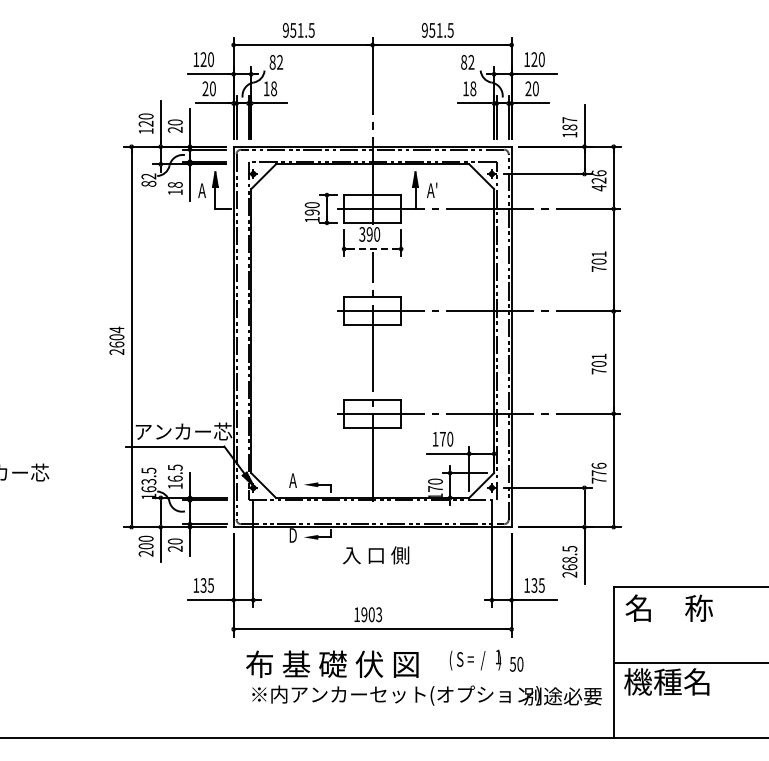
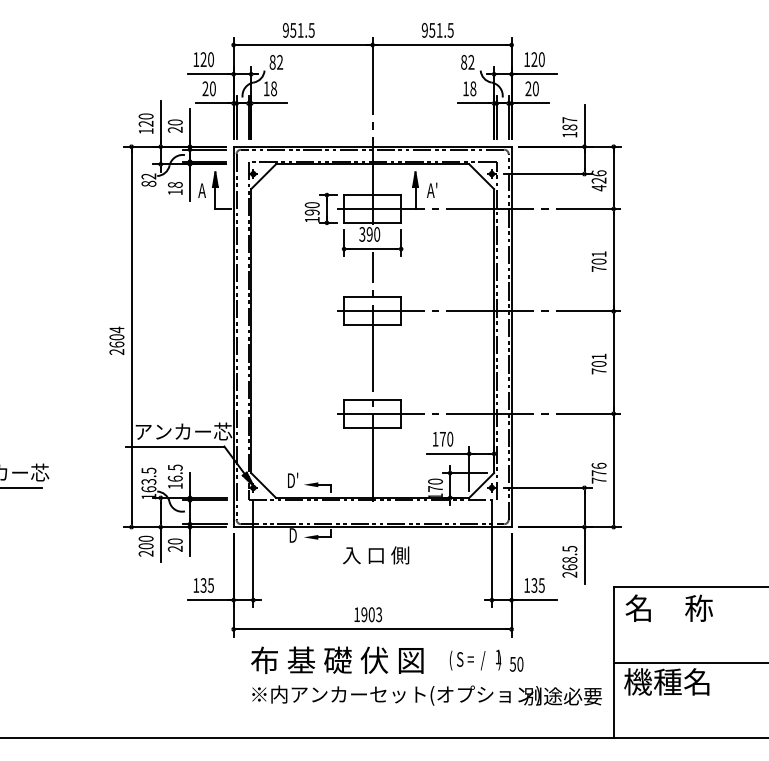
line at (372, 249): dashed -> solid
text at (293, 479): A -> D'
line at (21, 487): none -> present
text at (332, 663) position: (332, 663) -> (337, 659)
